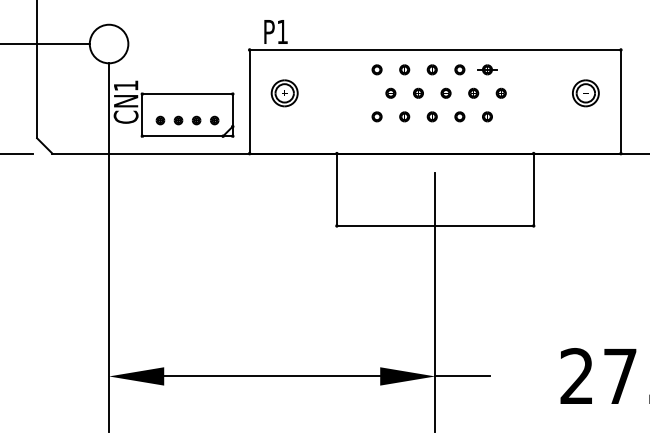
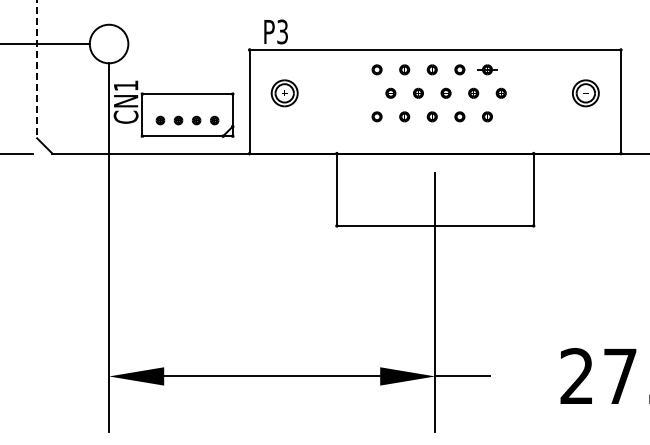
text at (282, 31): P1 -> P3
line at (37, 69): solid -> dashed
